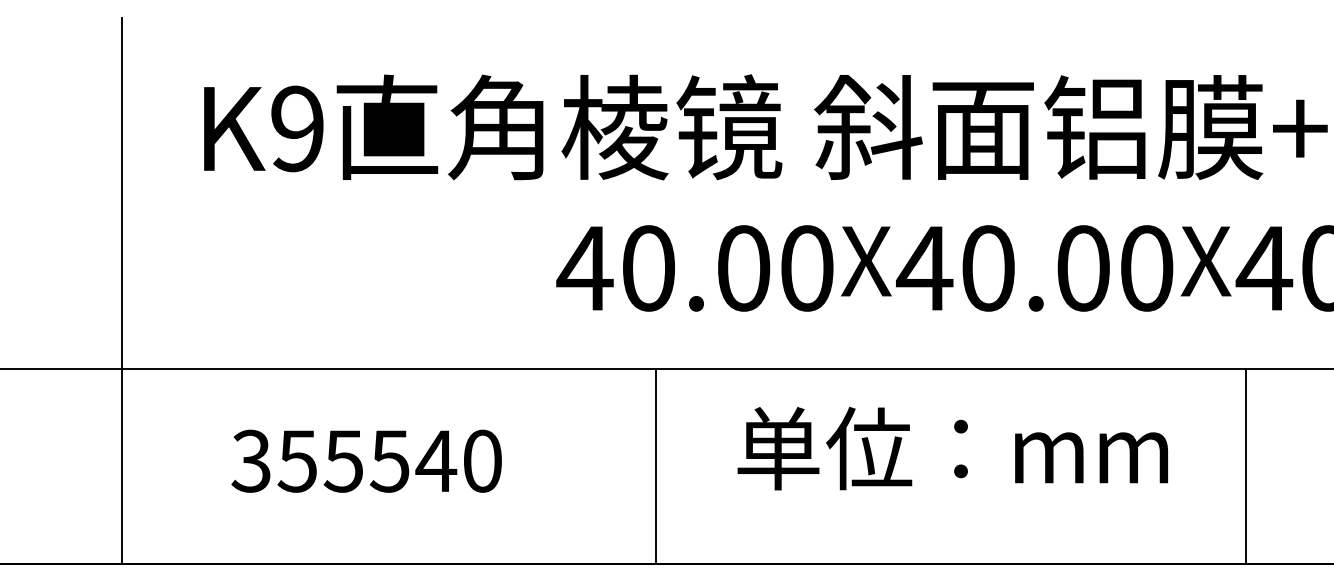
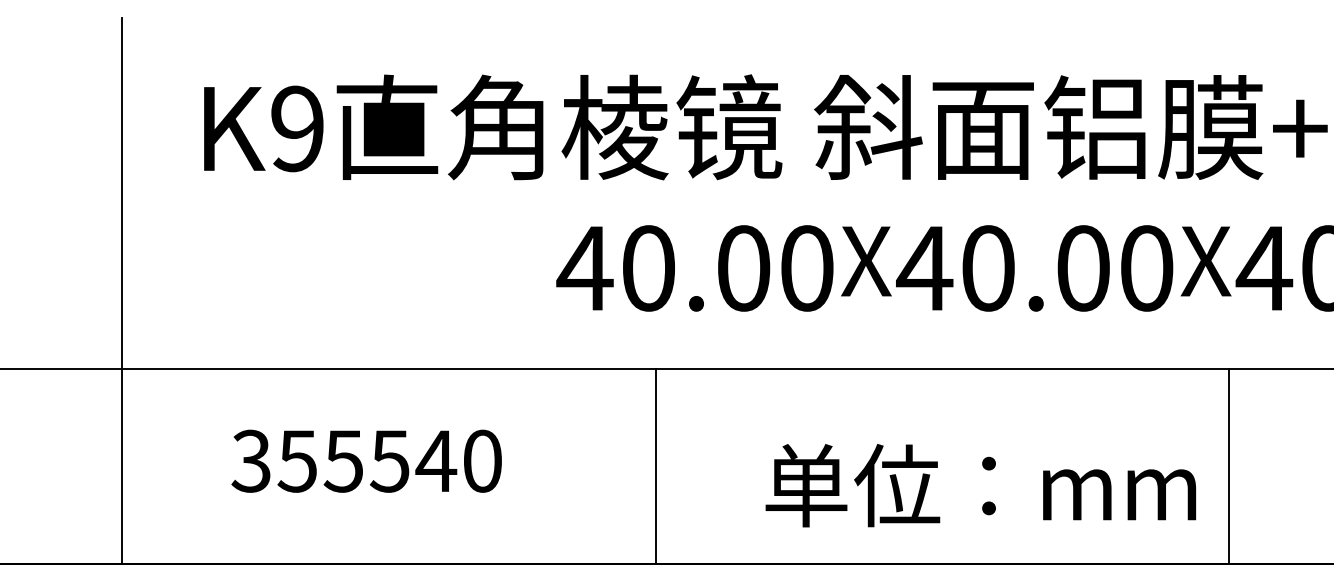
text at (952, 448) position: (952, 448) -> (980, 485)
line at (1245, 466) position: (1245, 466) -> (1228, 466)
